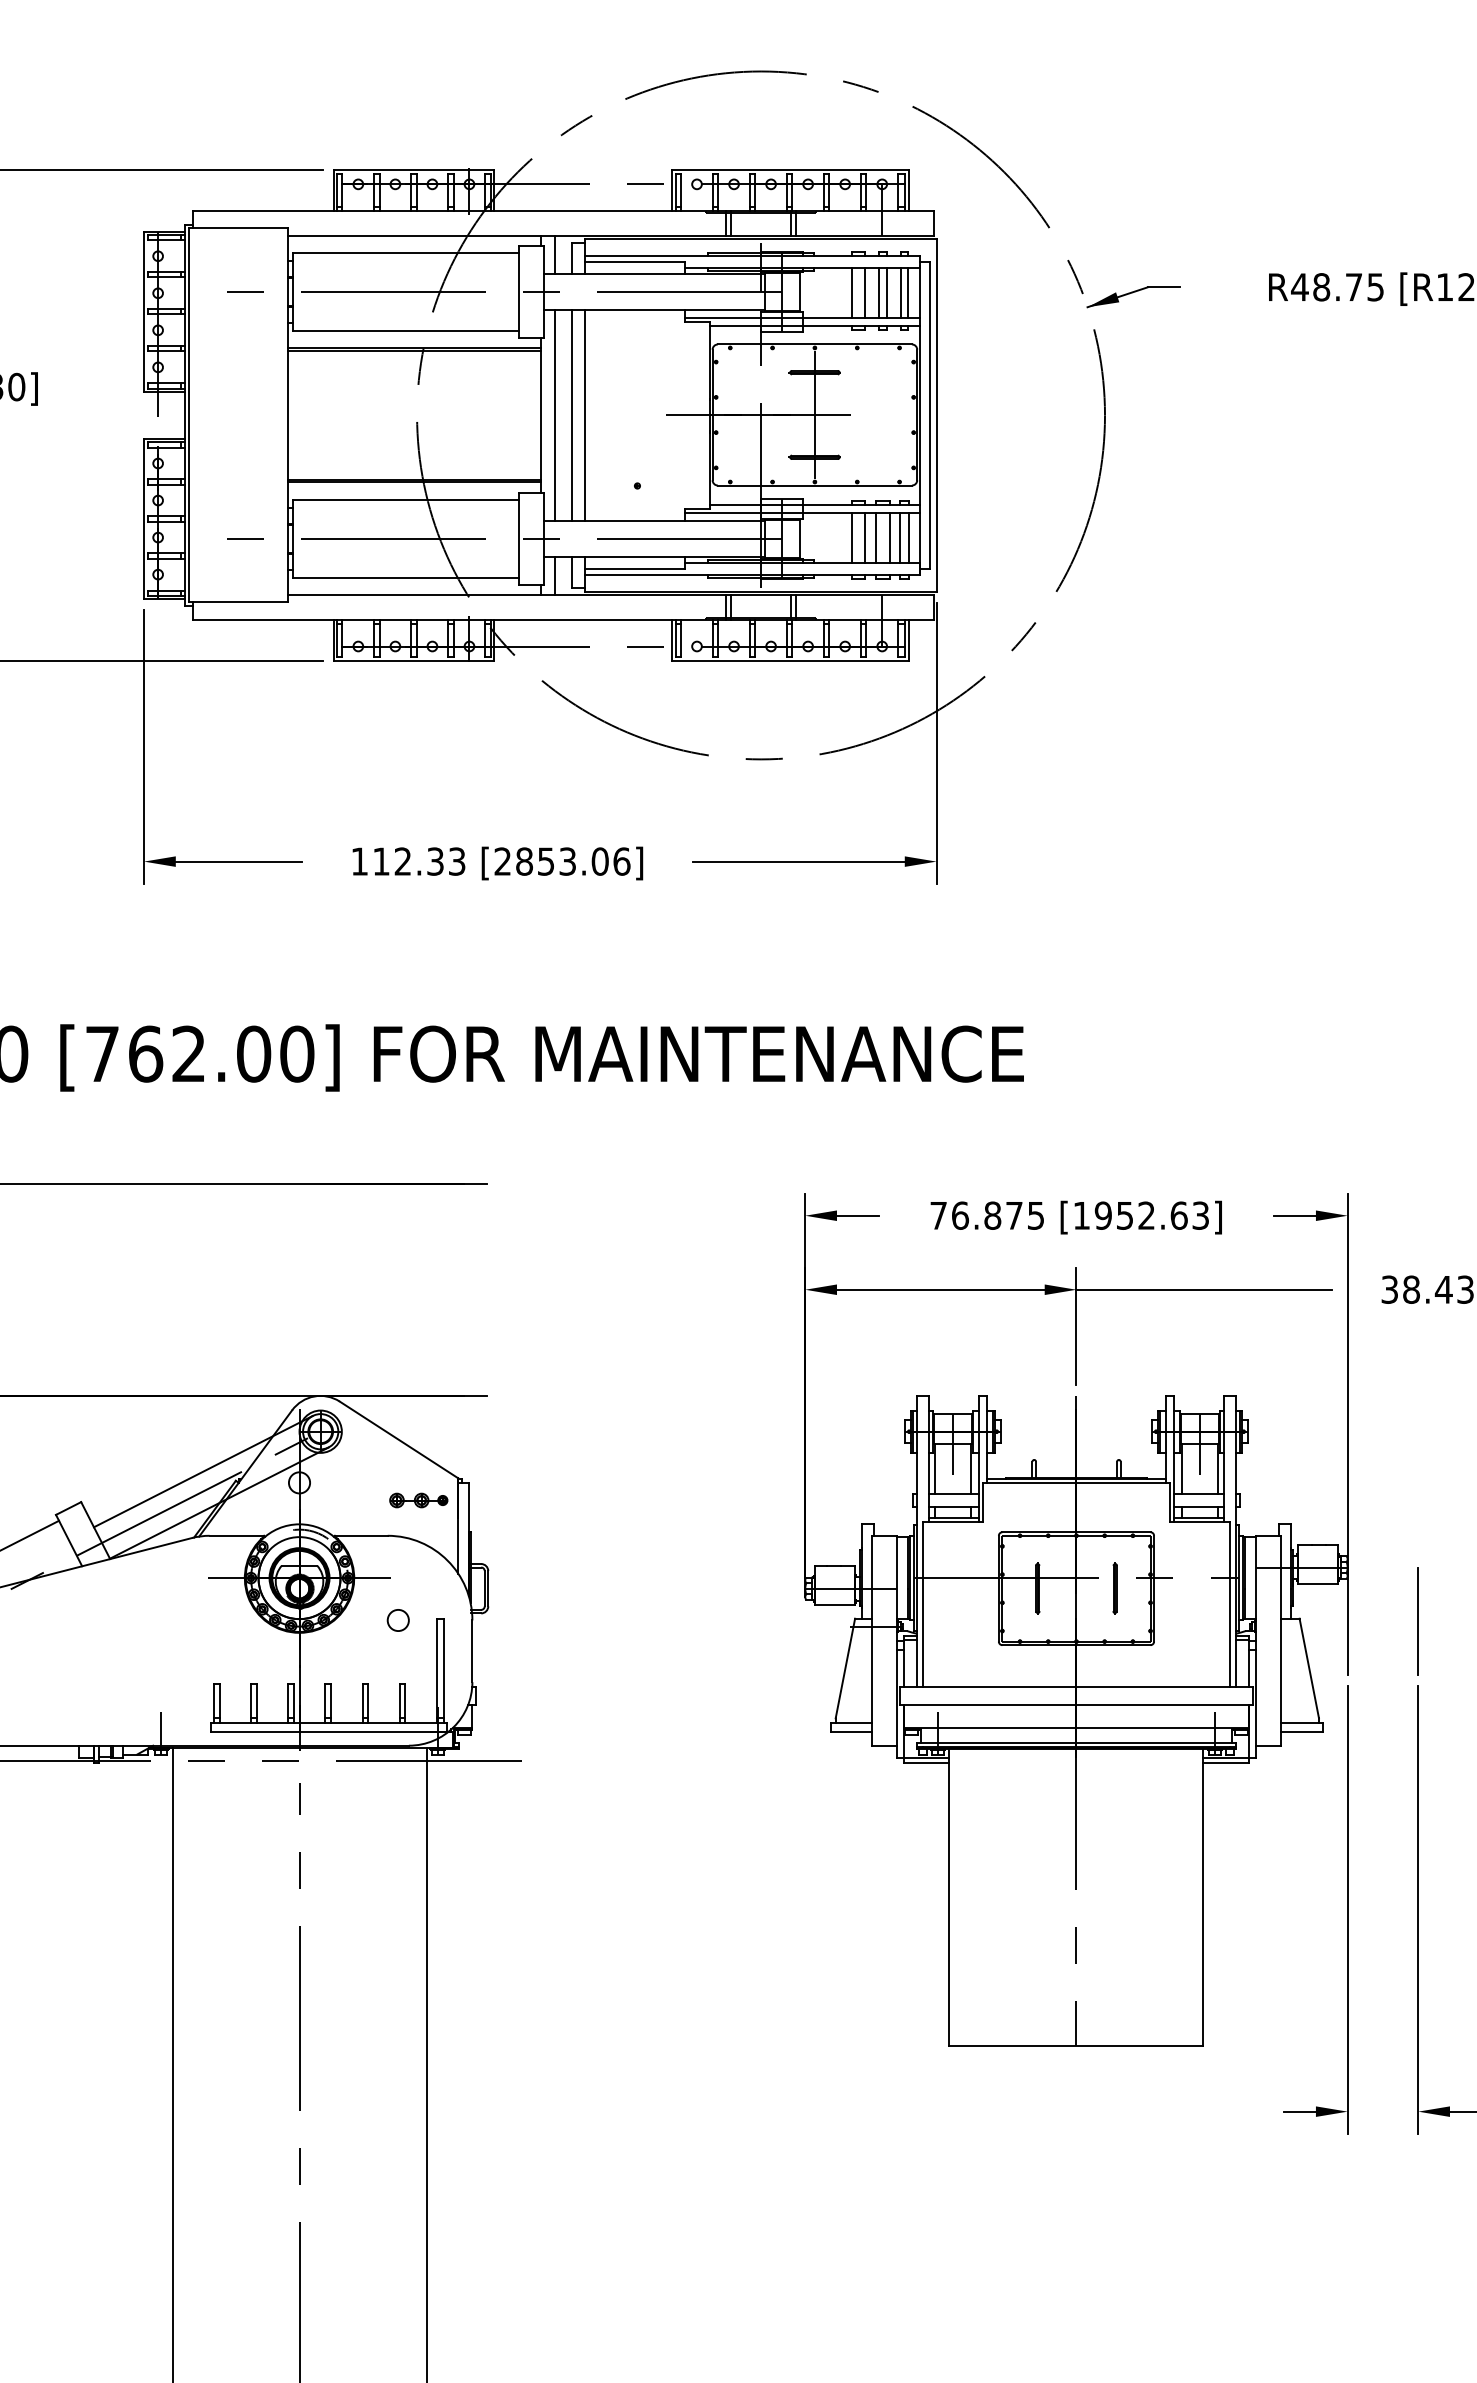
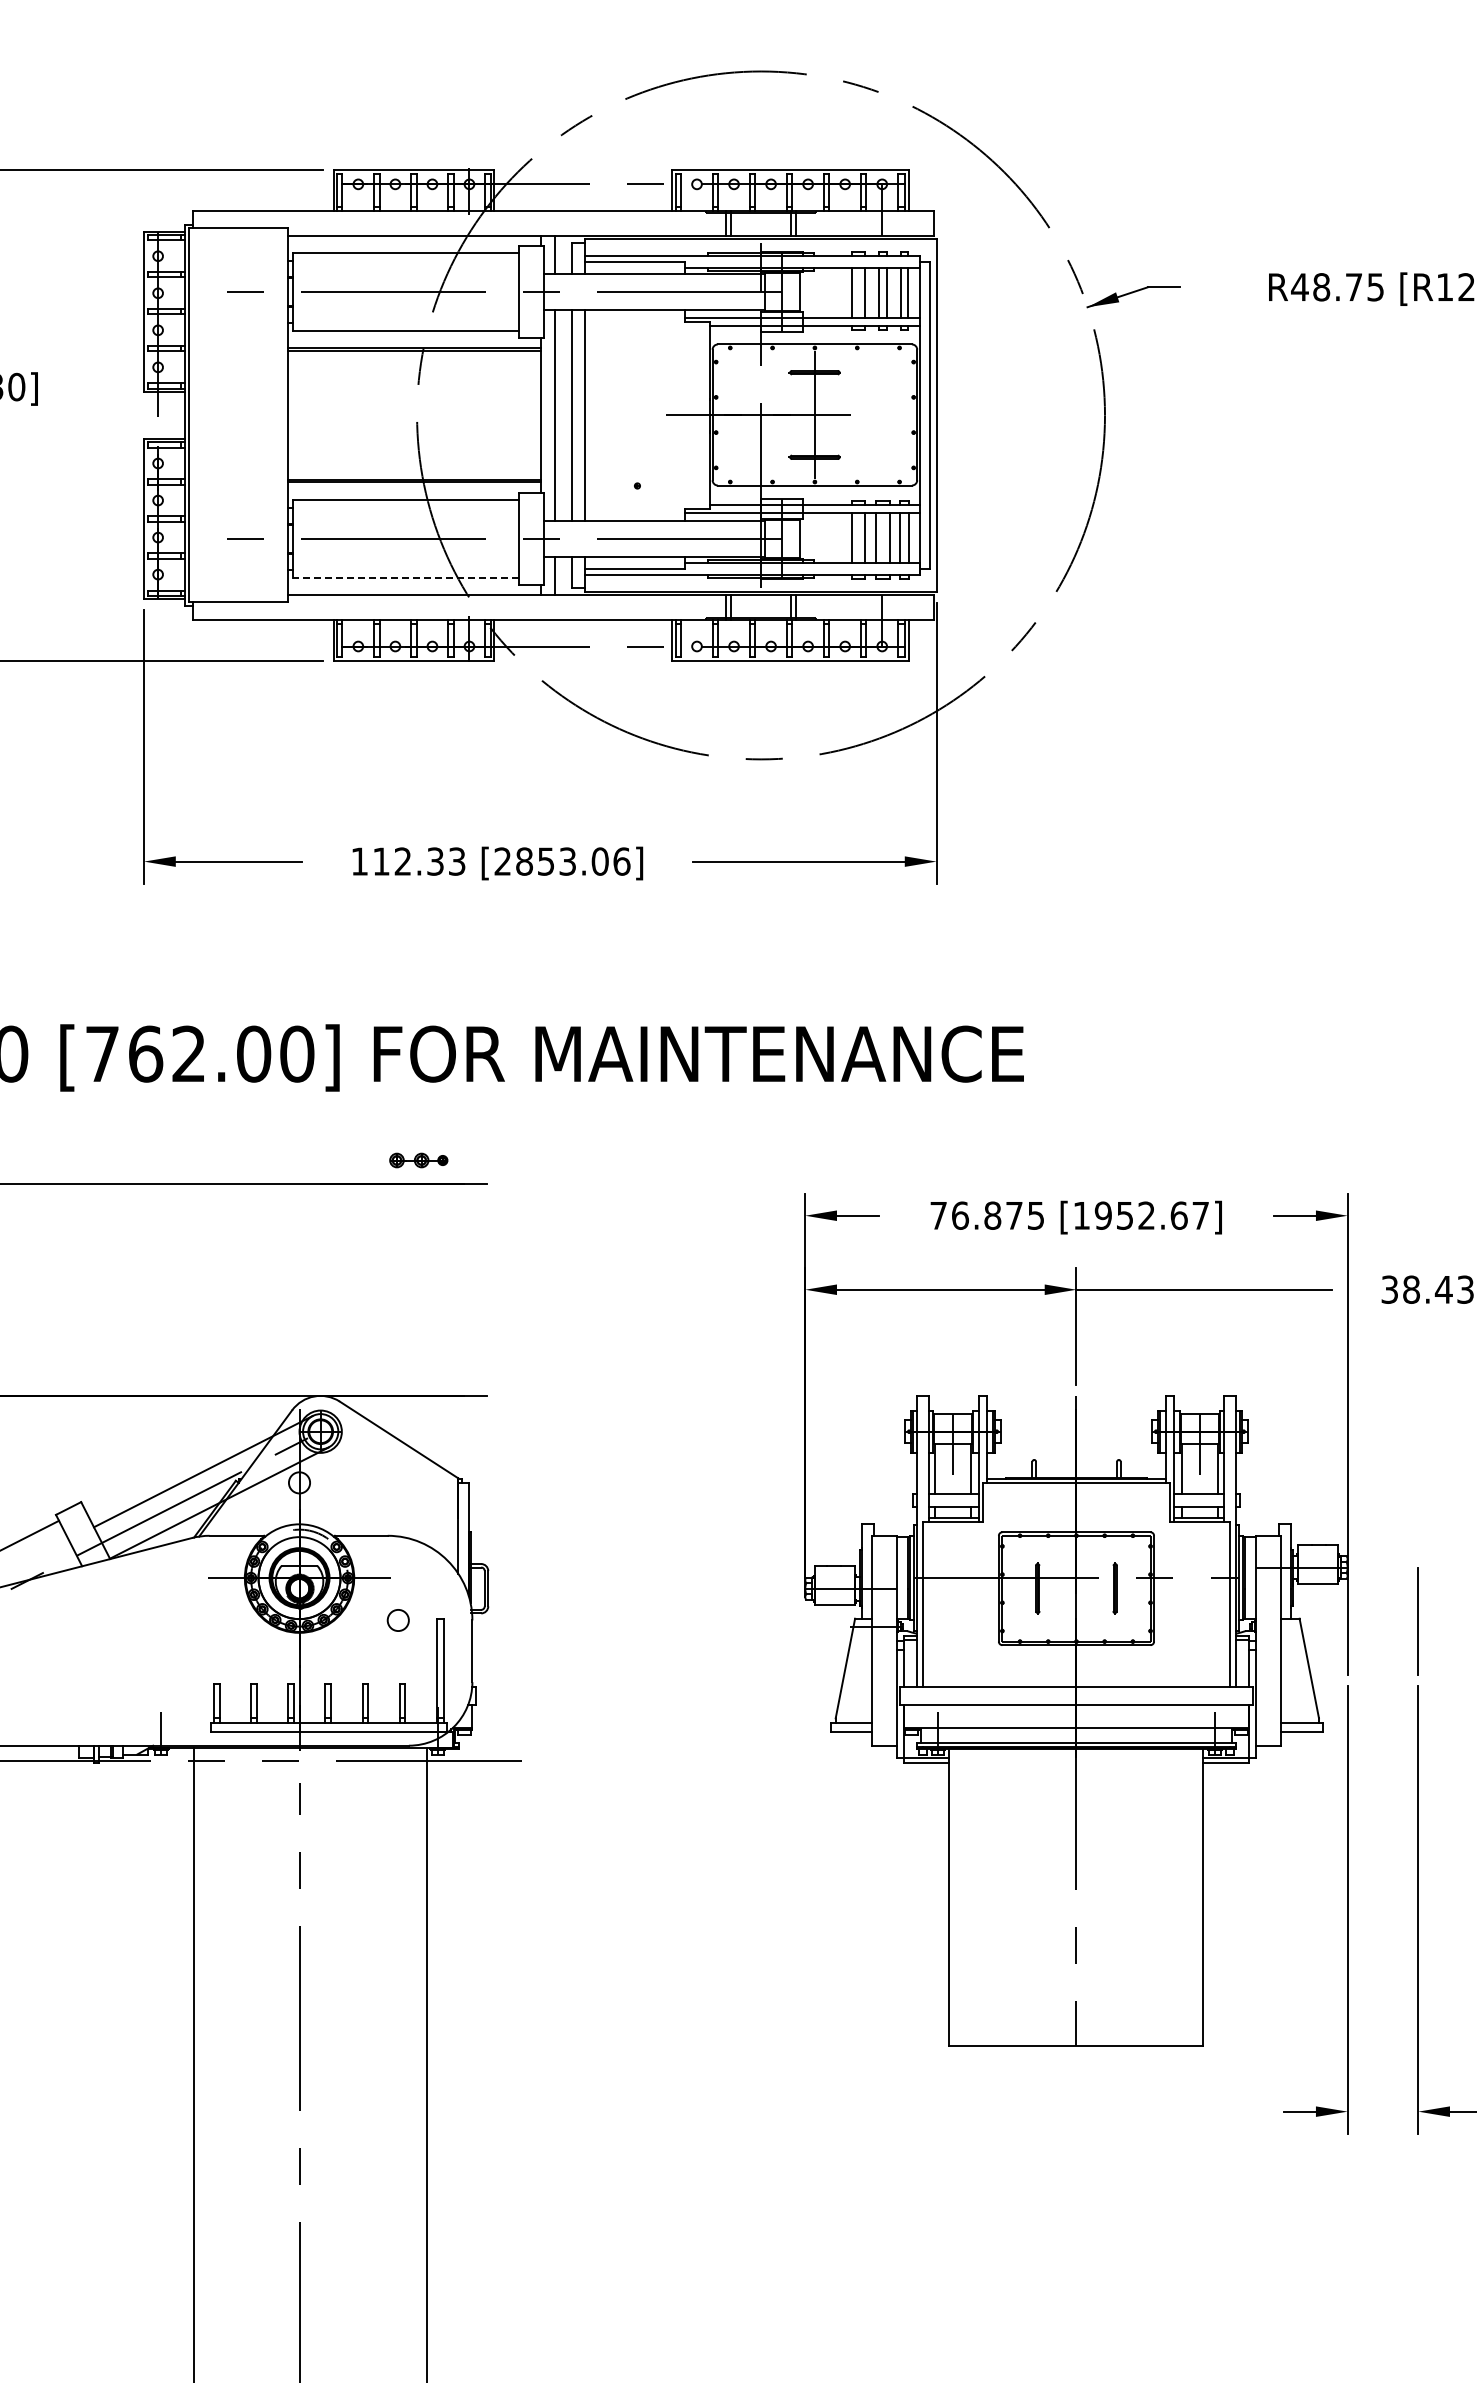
line at (405, 578): solid -> dashed
text at (1200, 1215): [1952.63] -> [1952.67]
part at (418, 1500) position: (418, 1500) -> (418, 1160)
line at (172, 2063) position: (172, 2063) -> (193, 2063)
